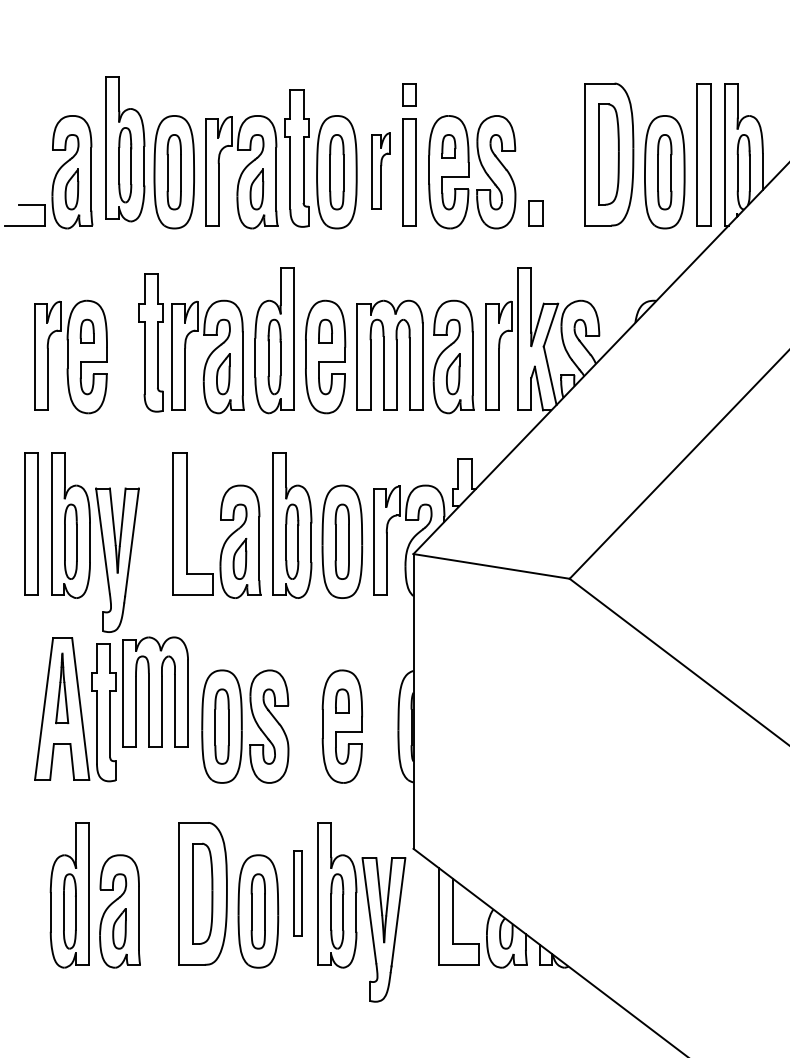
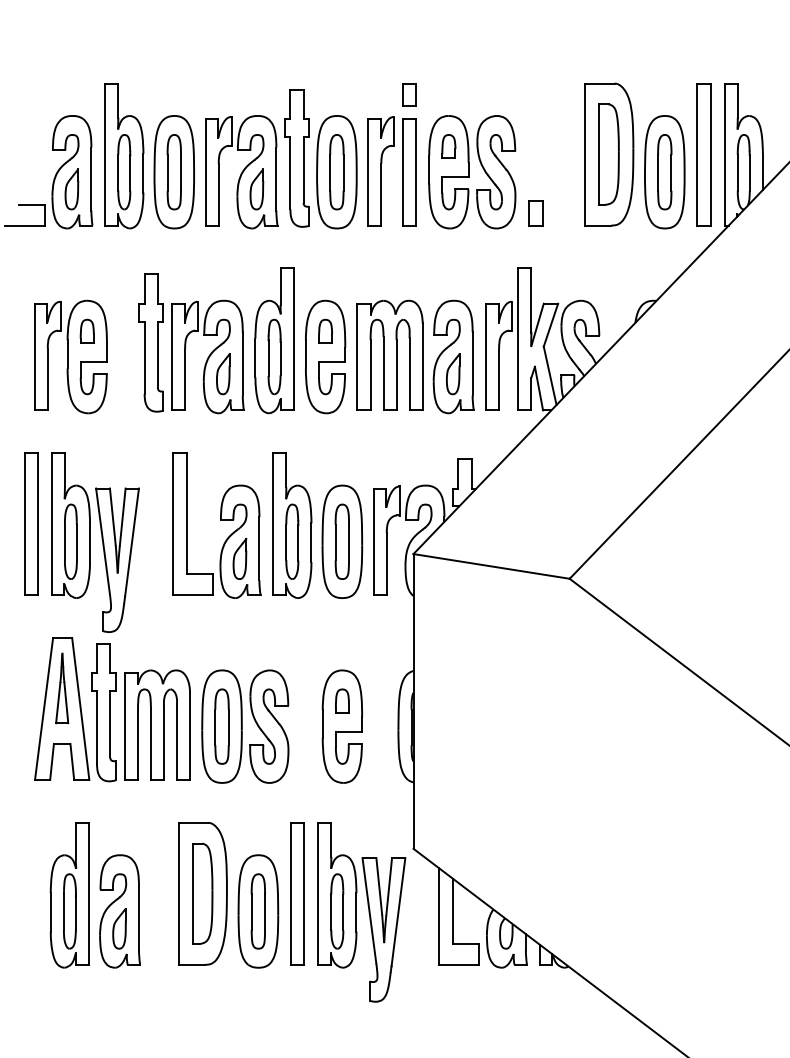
part at (125, 149) position: (125, 149) -> (124, 156)
part at (380, 170) size: 20x78 px -> 28x111 px
part at (155, 691) position: (155, 691) -> (157, 724)
part at (297, 893) size: 10x87 px -> 15x144 px
